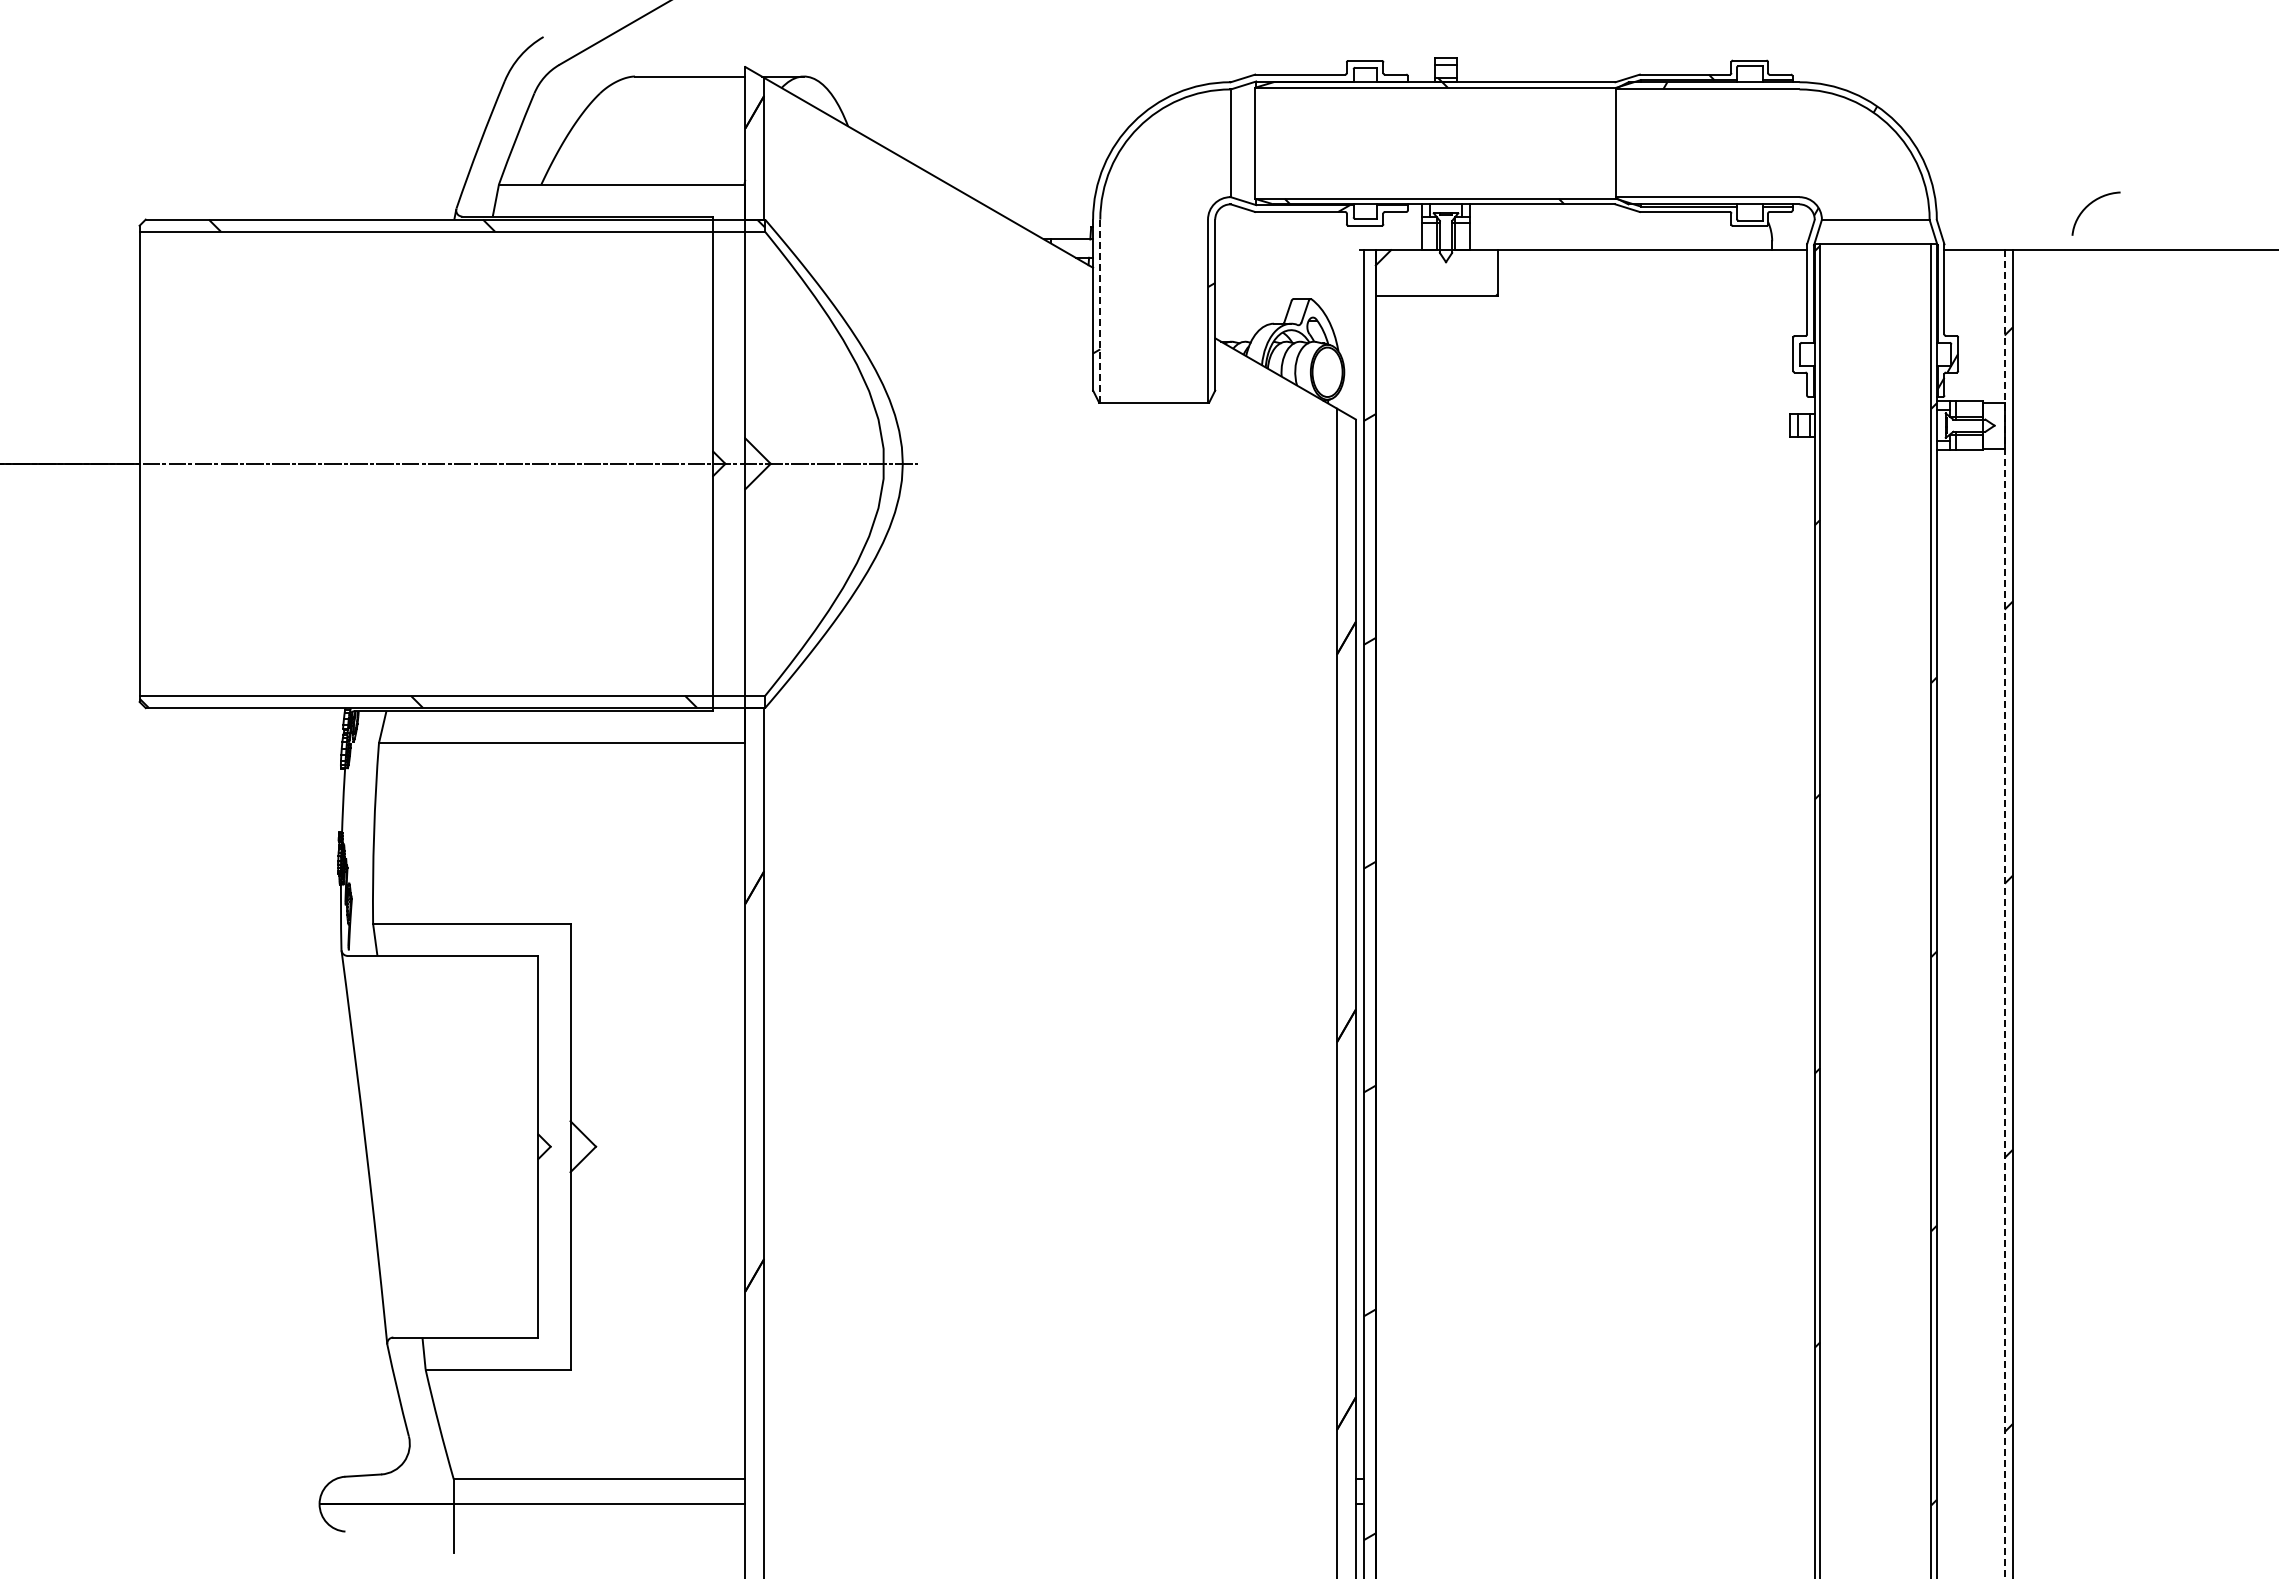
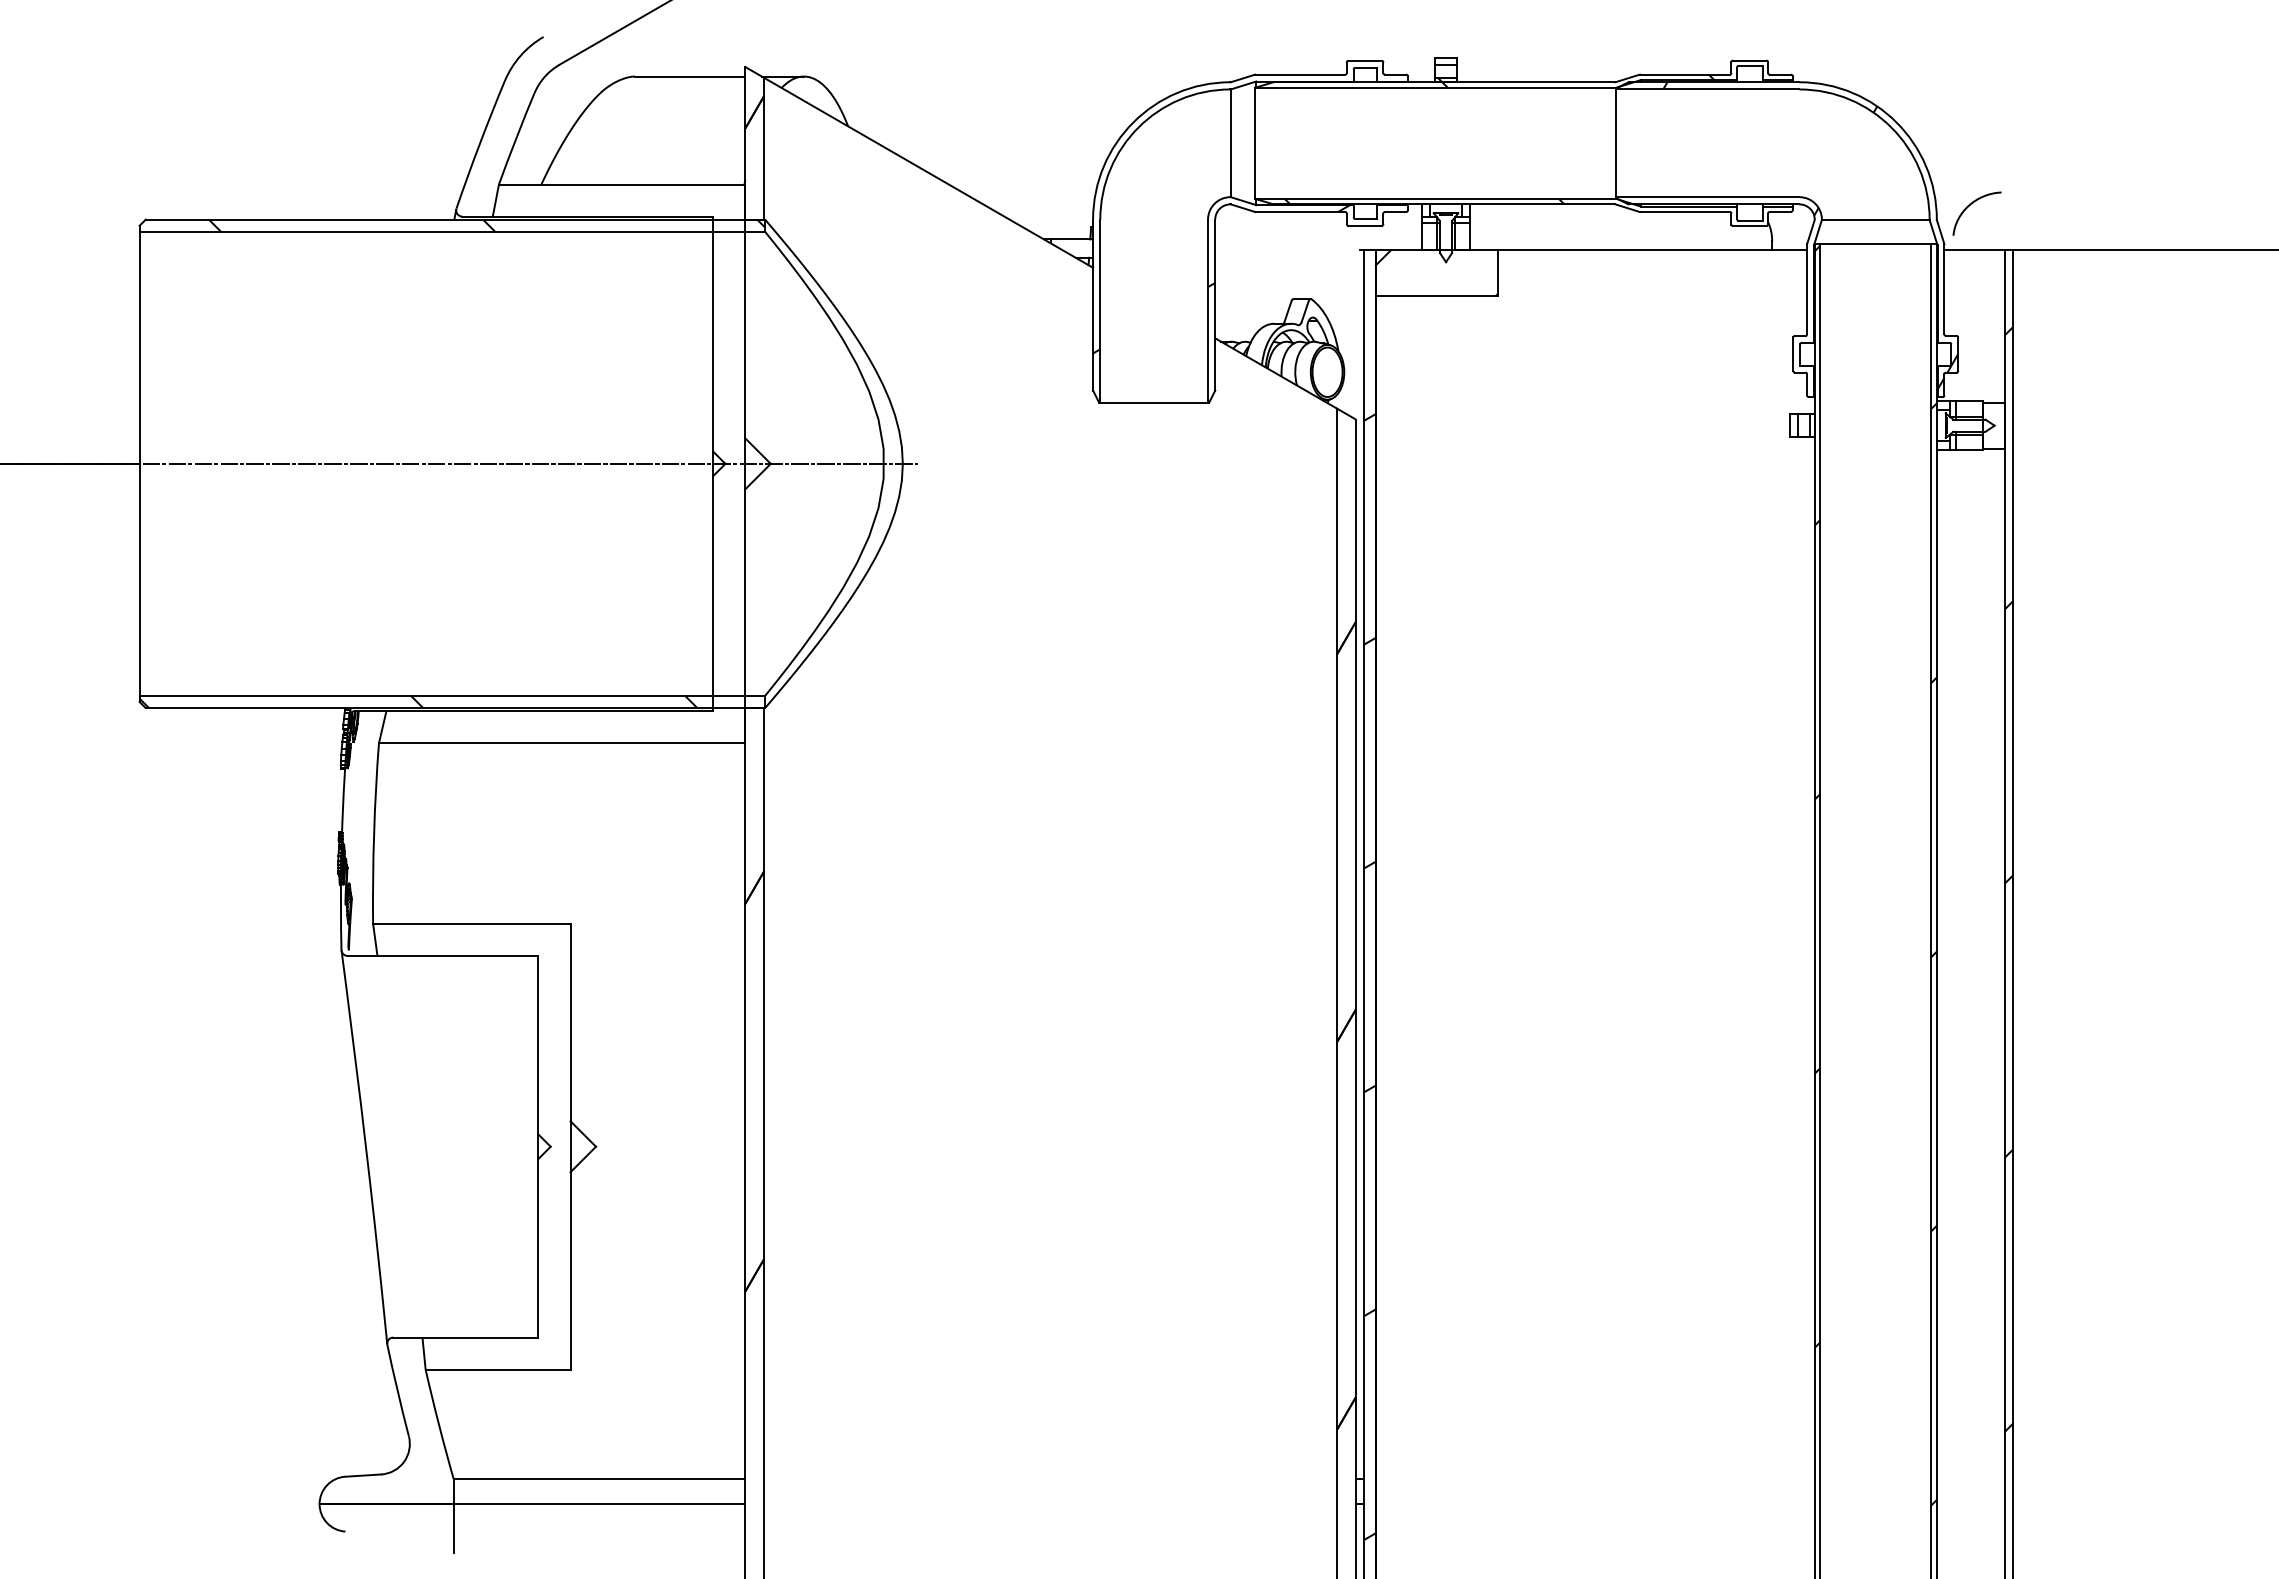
curve at (2088, 206) position: (2088, 206) -> (1969, 206)
line at (1100, 311): dashed -> solid
line at (2004, 914): dashed -> solid
